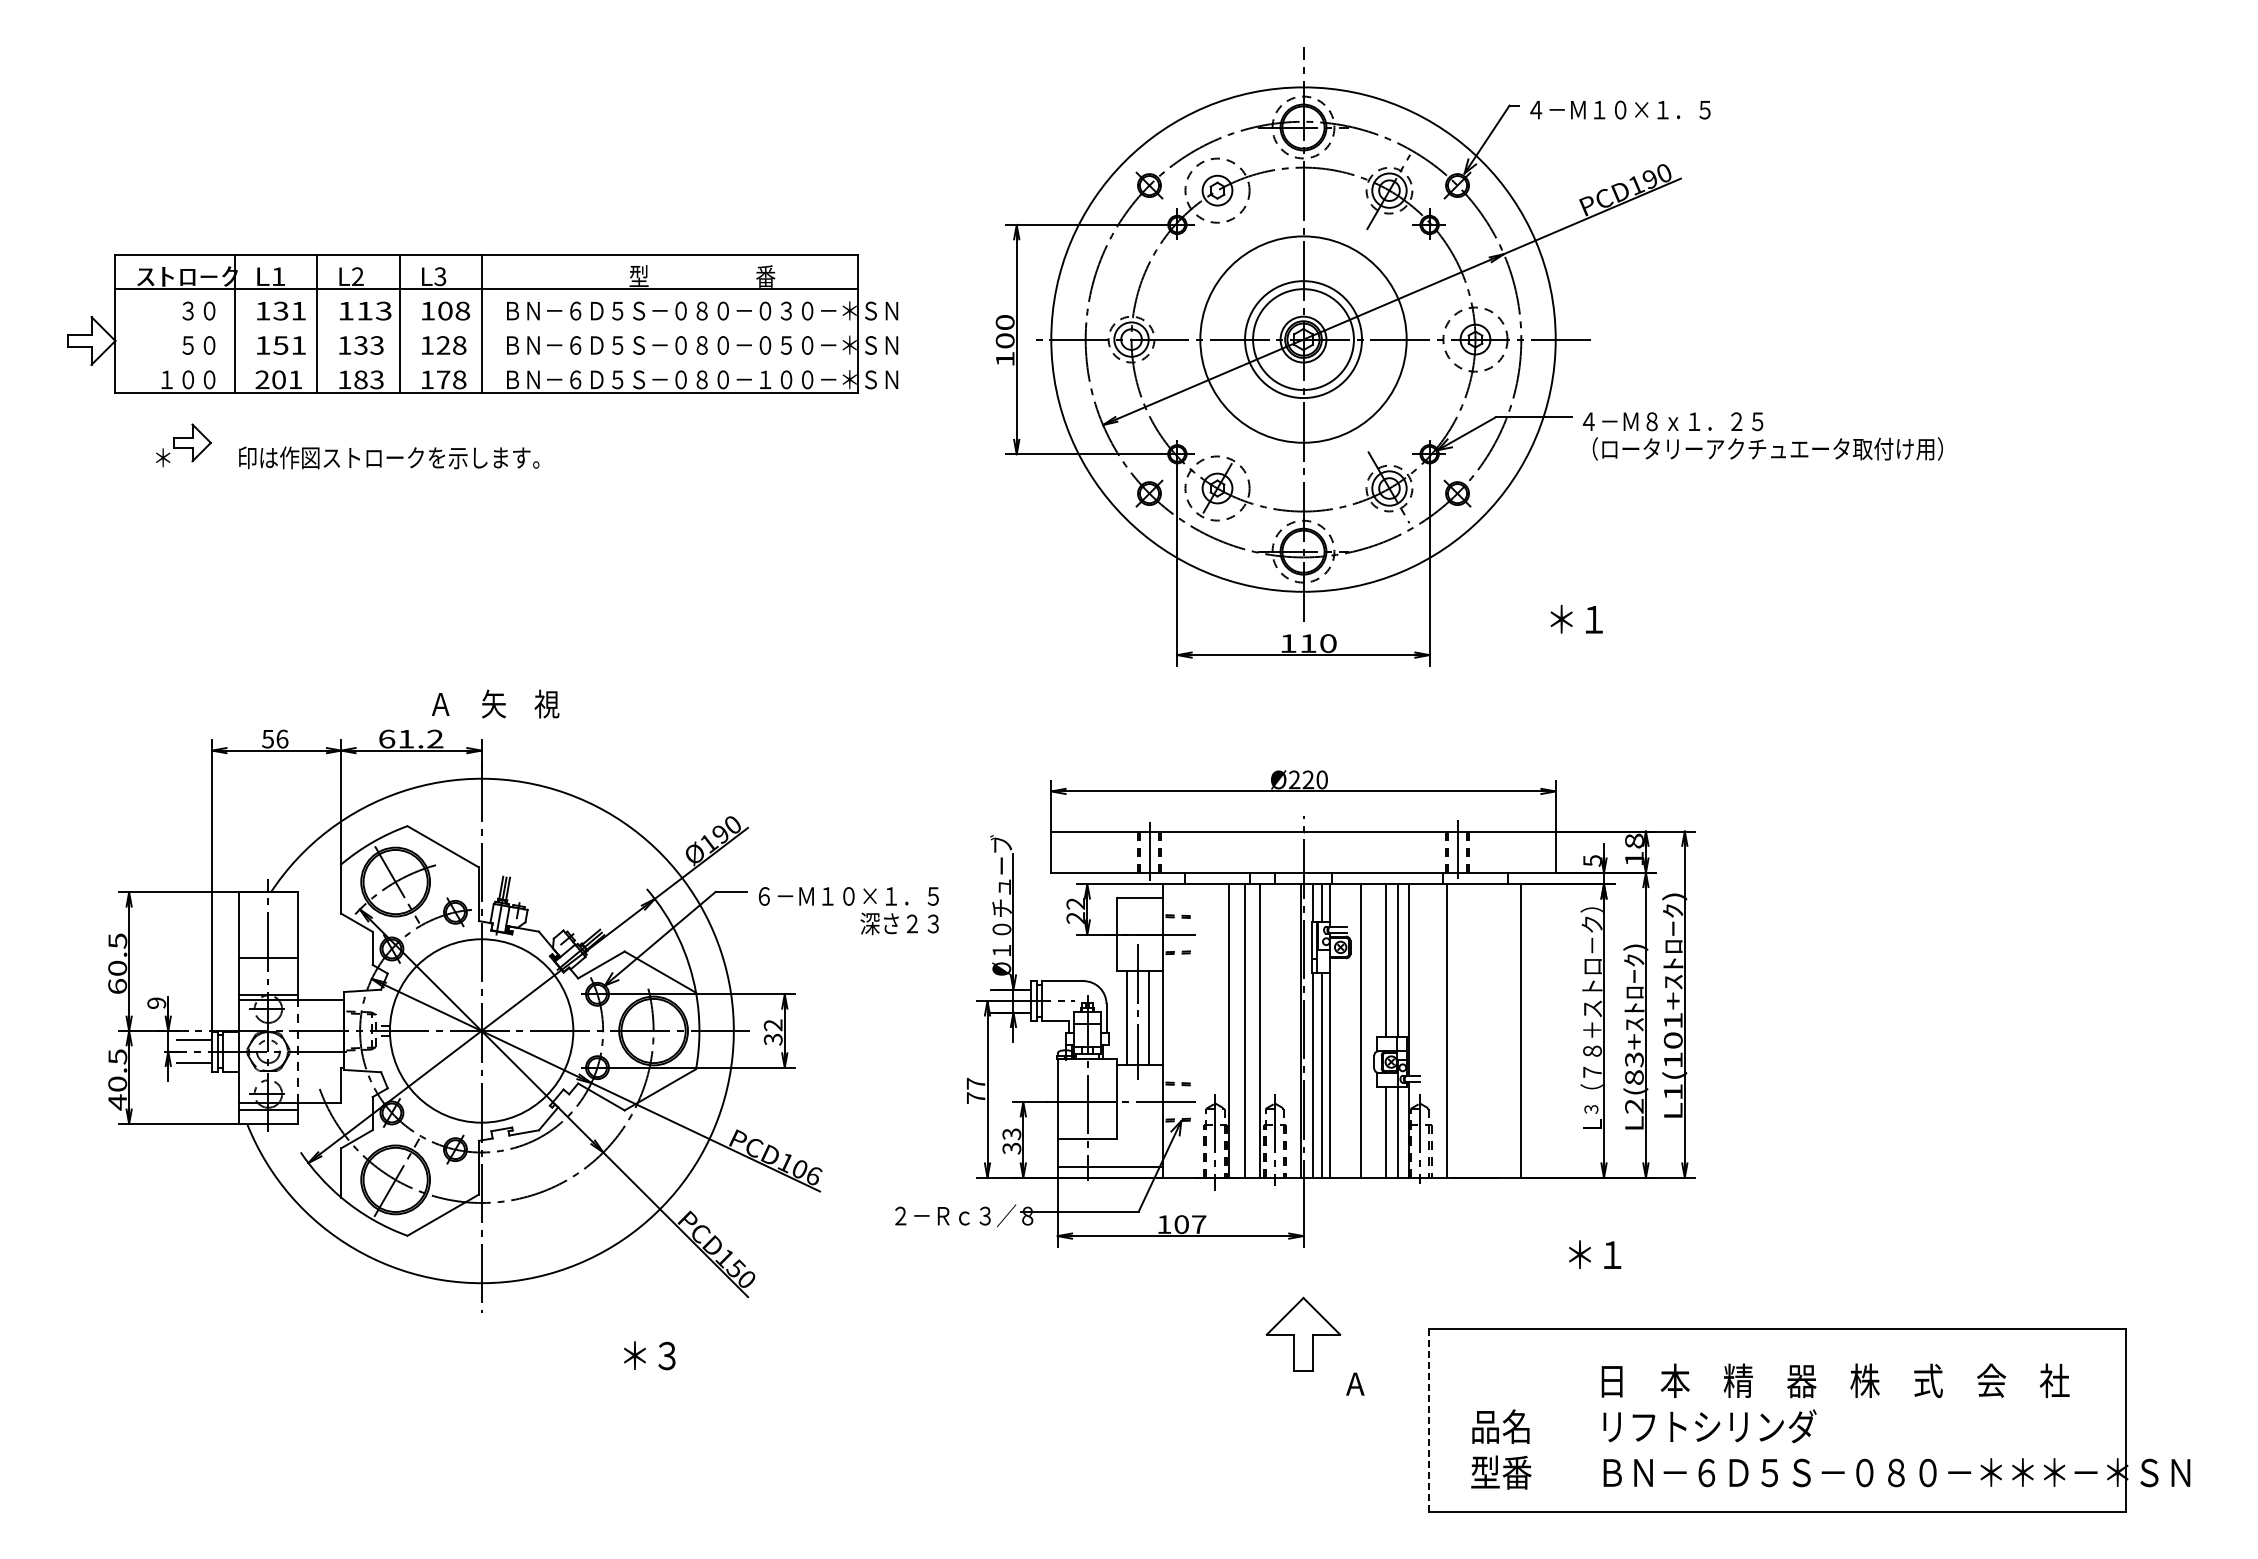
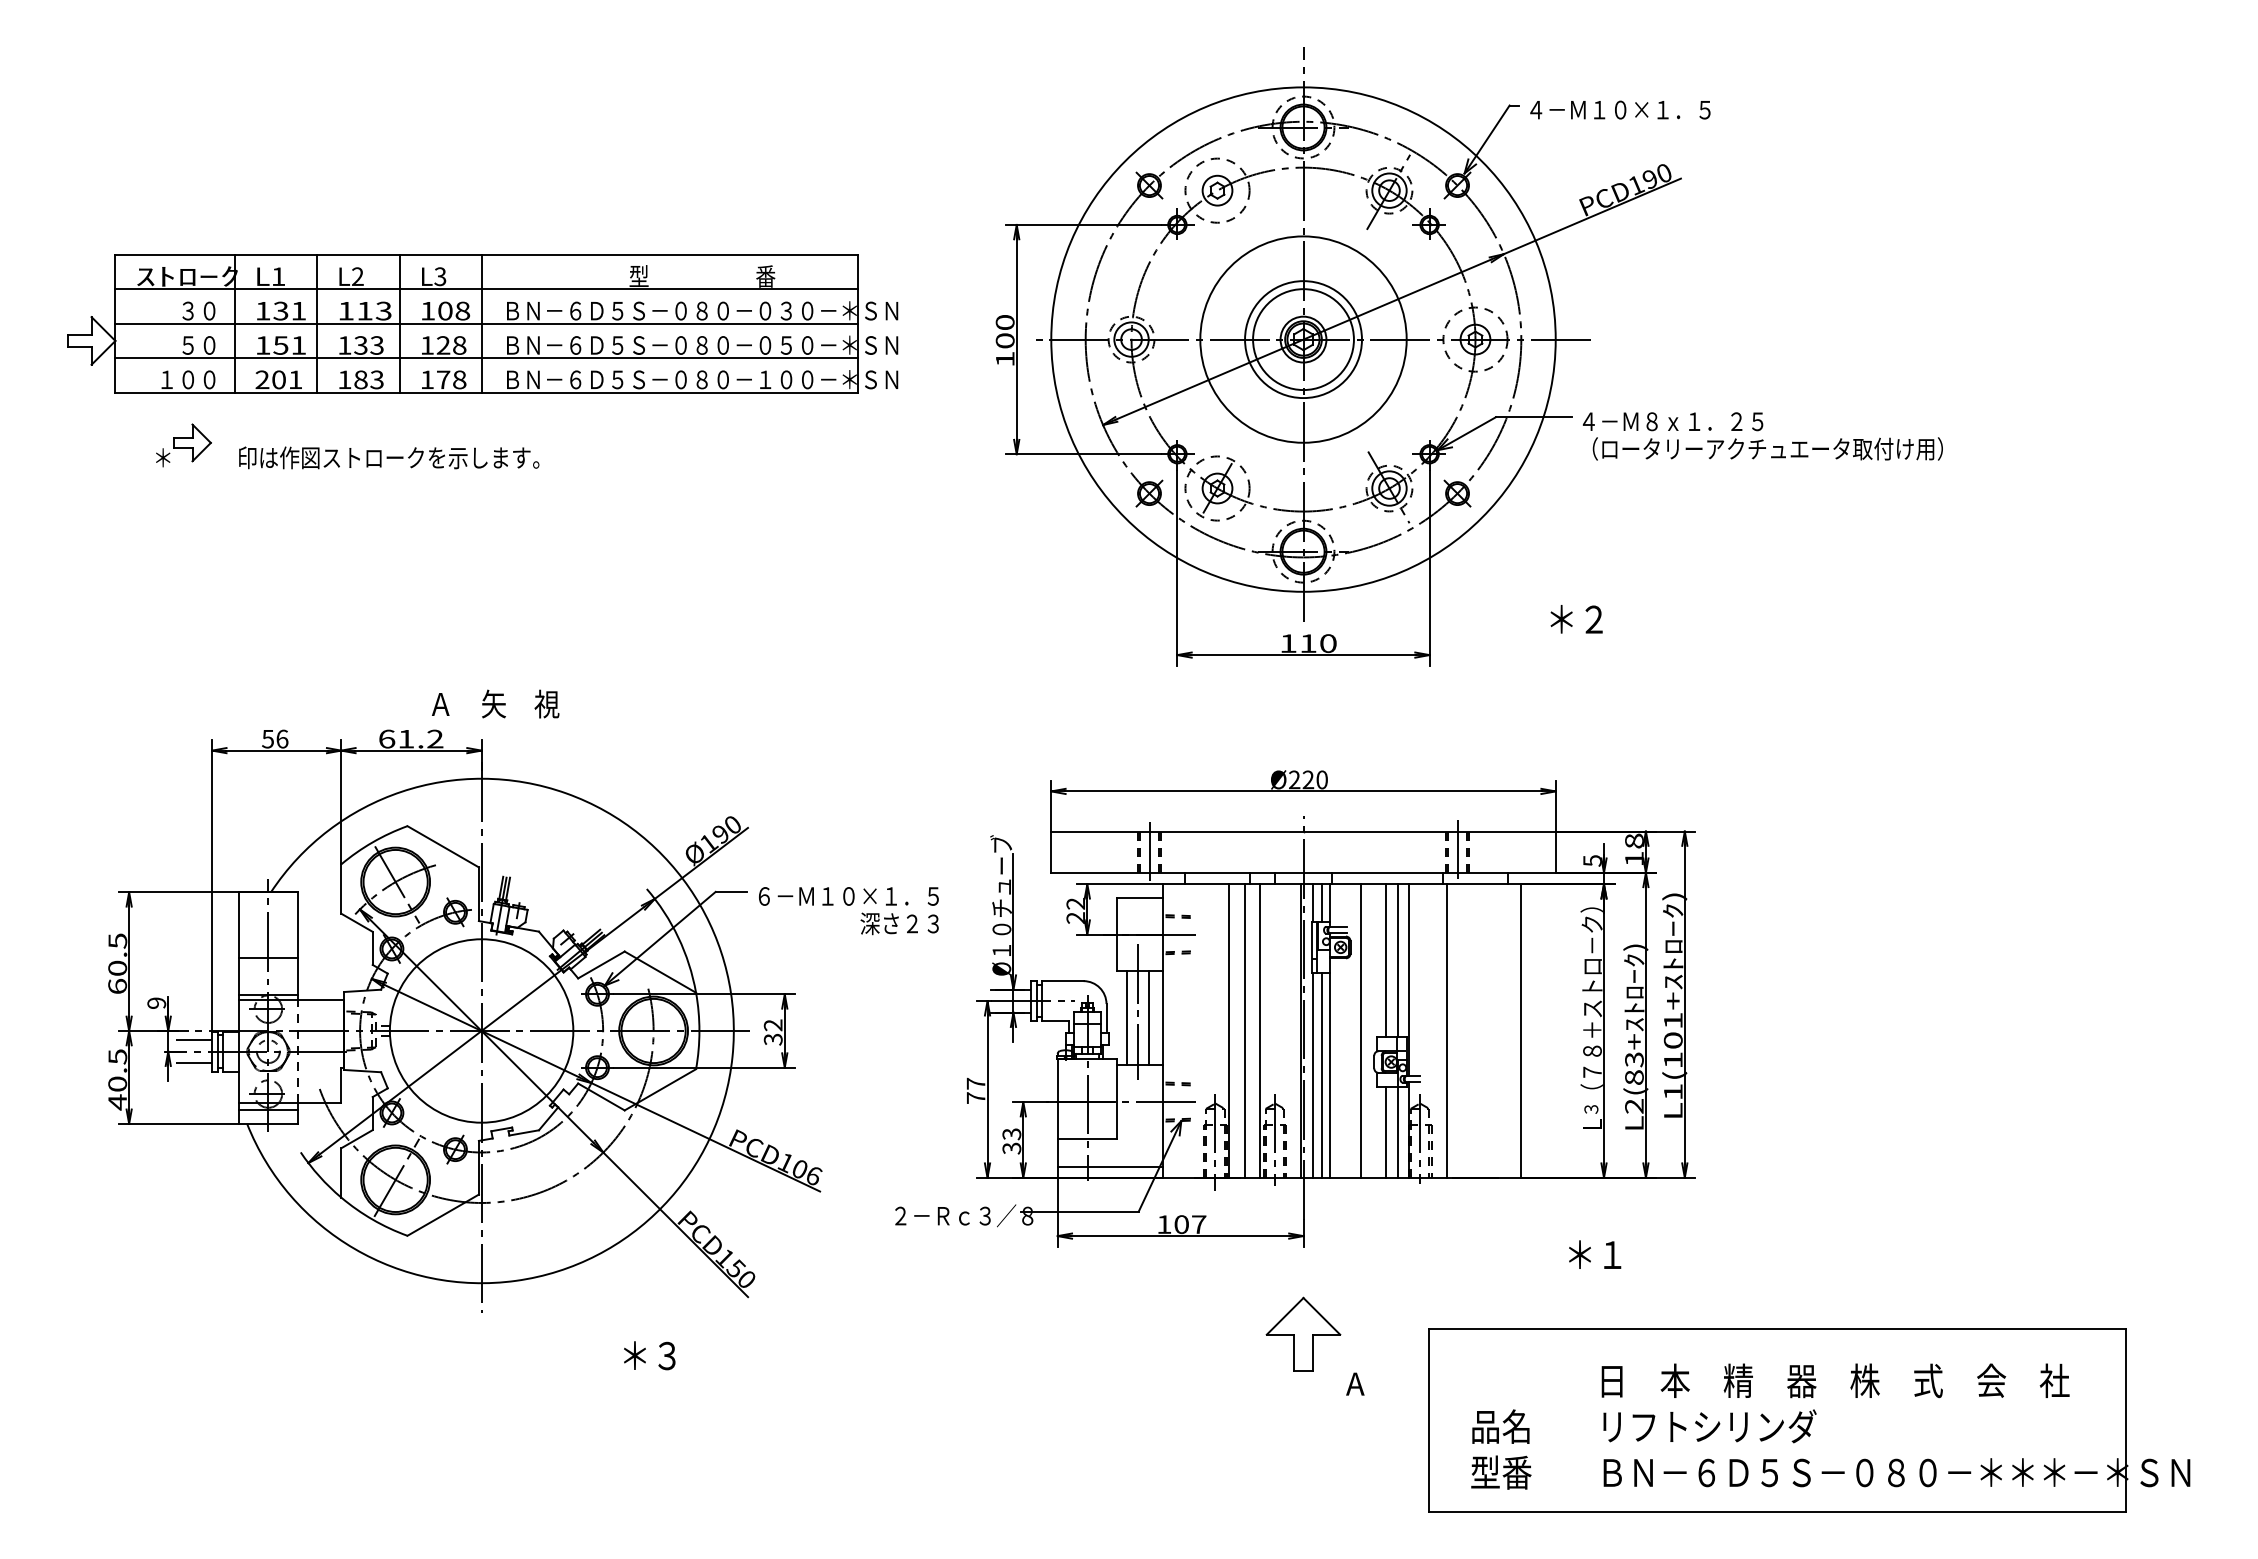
line at (486, 323): none -> present
line at (486, 358): none -> present
text at (1593, 618): ＊１ -> ＊２
line at (1428, 1420): dashed -> solid
